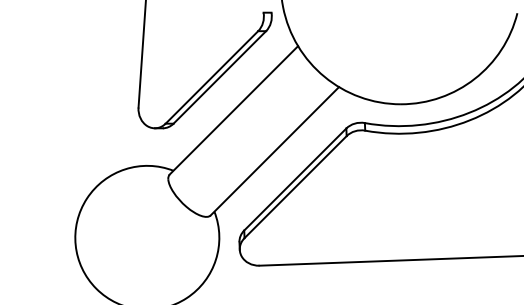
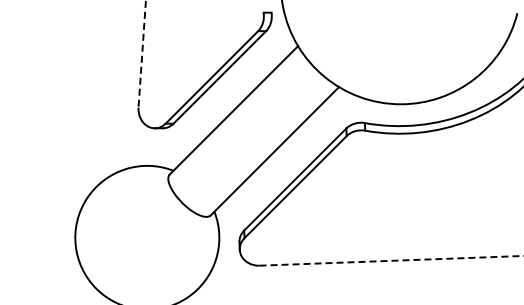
line at (142, 54): solid -> dashed
line at (391, 260): solid -> dashed
